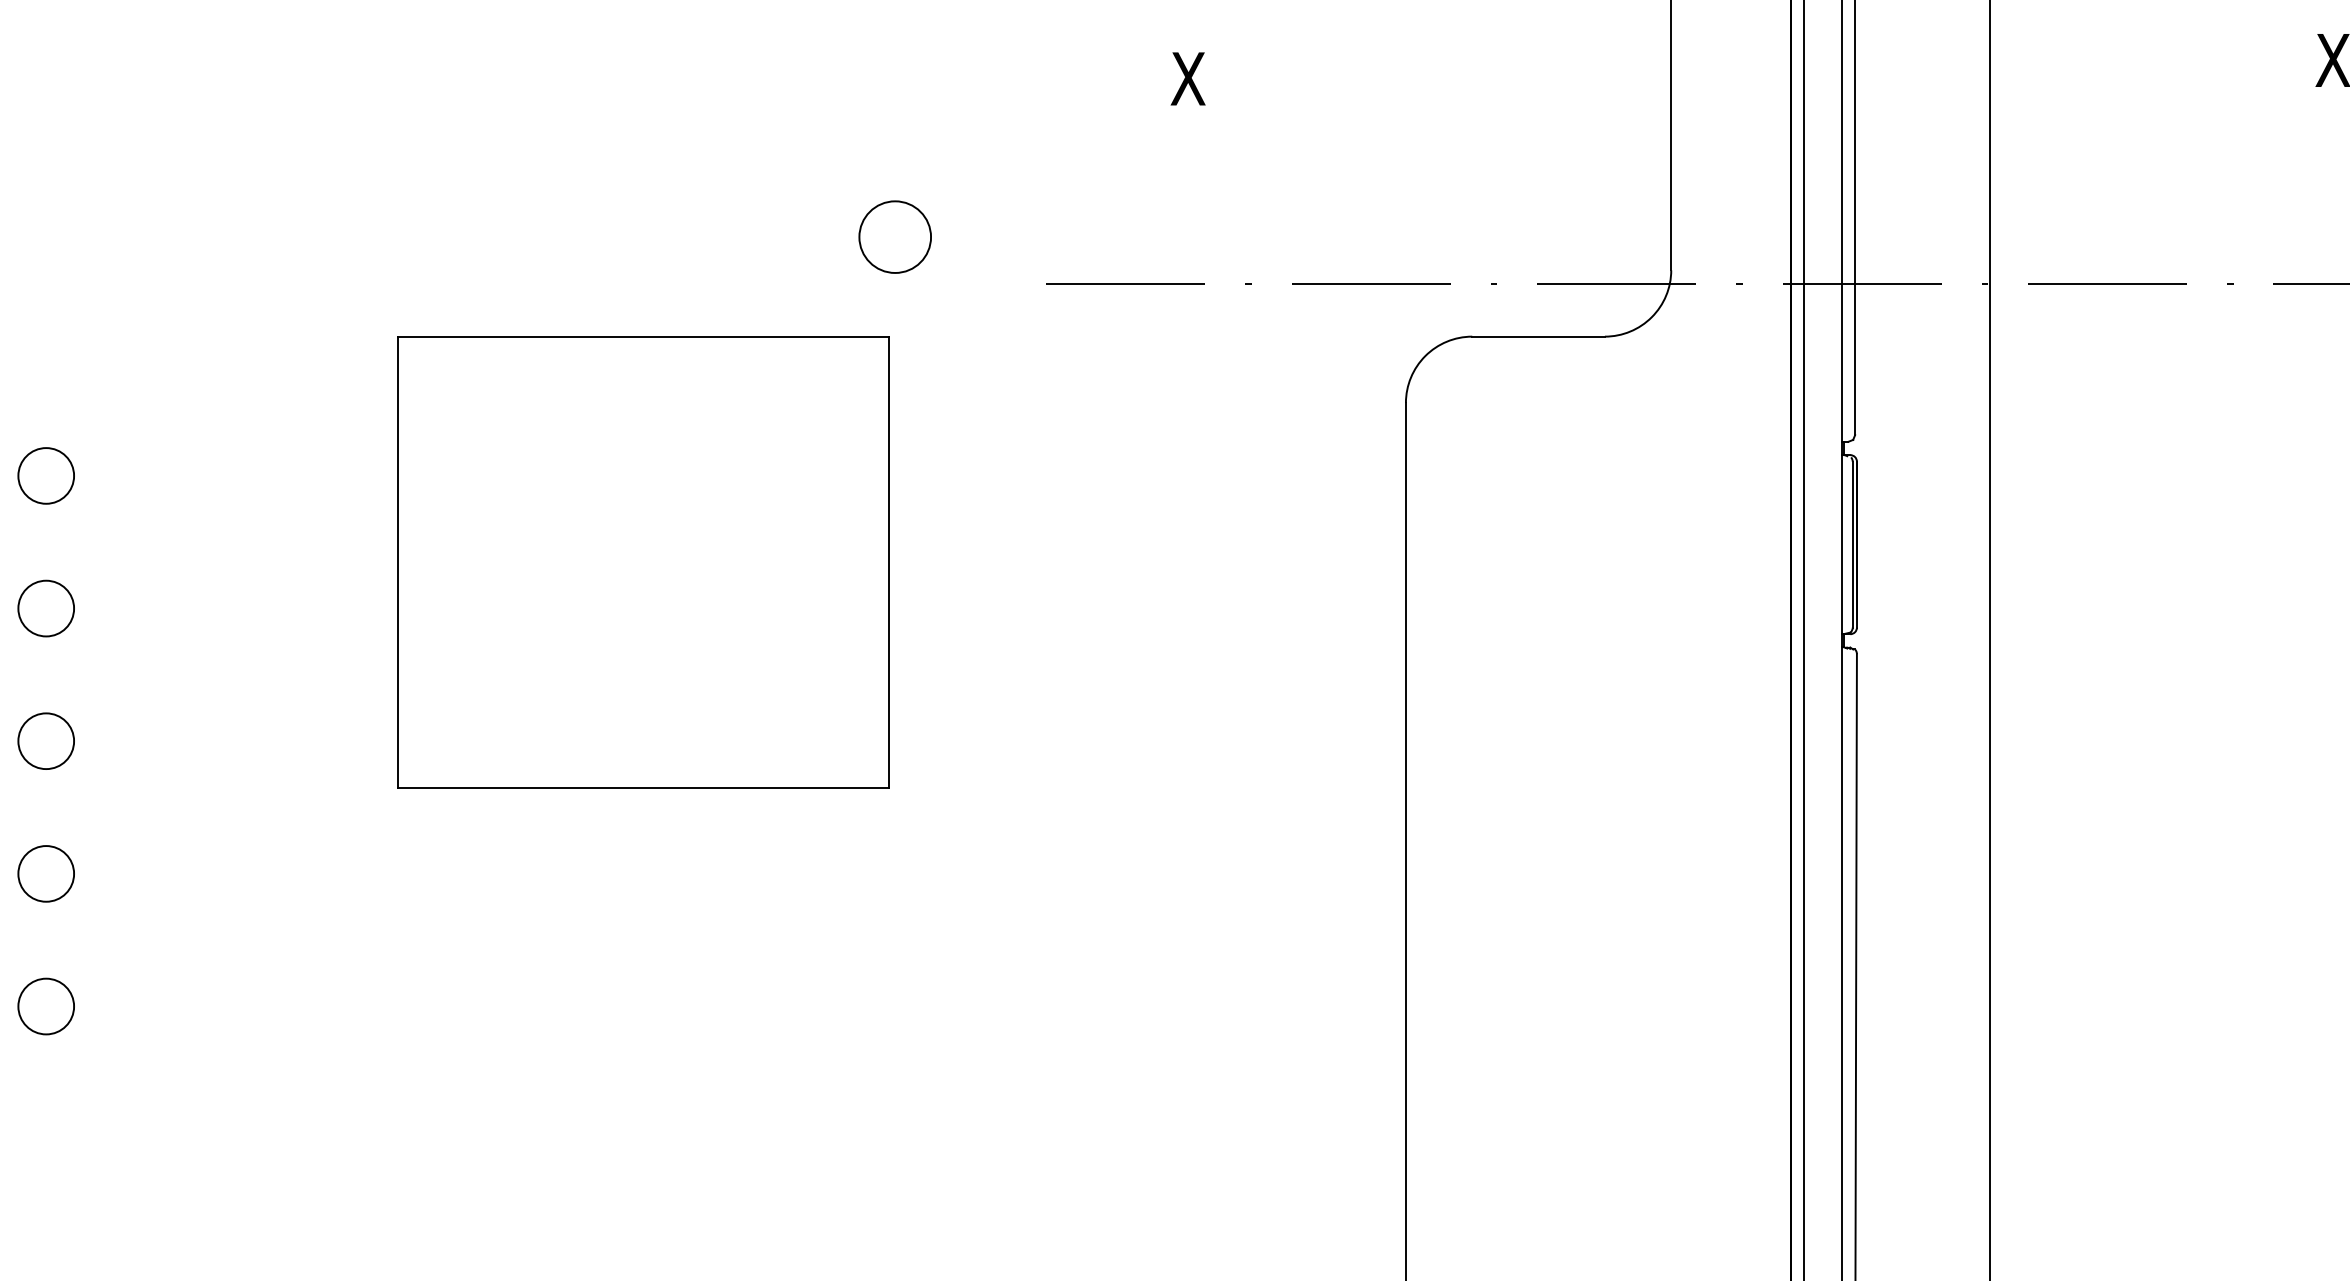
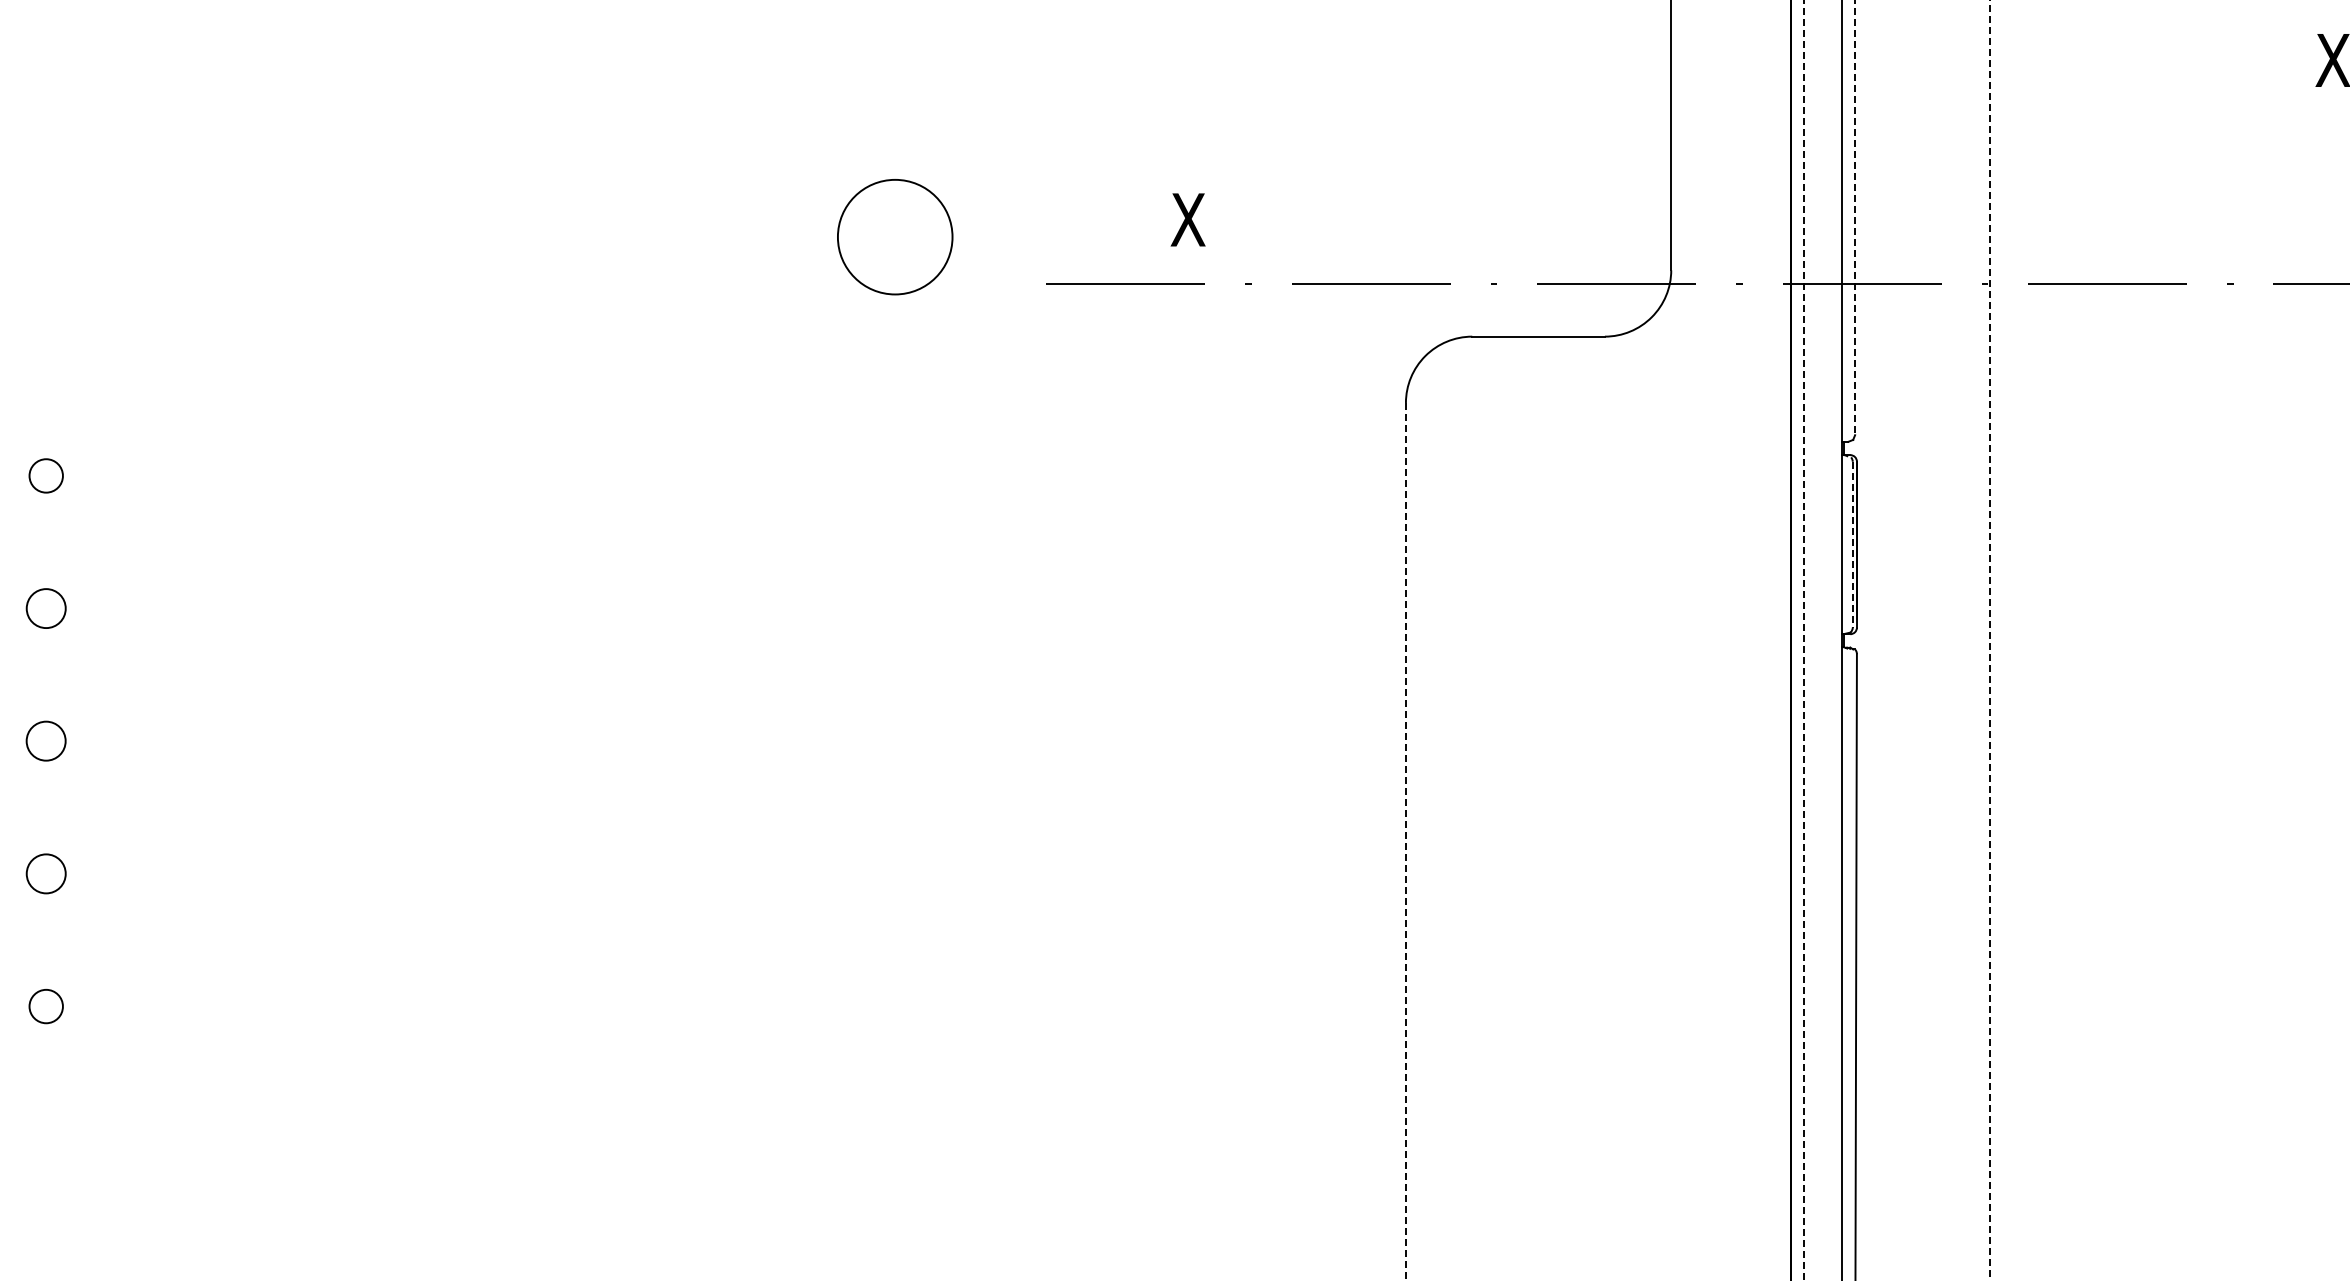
text at (1187, 78) position: (1187, 78) -> (1187, 219)
line at (1855, 218): solid -> dashed
circle at (895, 236) diameter: 72 px -> 115 px
circle at (46, 475) diameter: 56 px -> 33 px
line at (1852, 544): solid -> dashed
part at (643, 562): present -> none
circle at (46, 608) diameter: 56 px -> 39 px
line at (1804, 640): solid -> dashed
line at (1989, 640): solid -> dashed
circle at (45, 740) size: 58x58 px -> 42x42 px
line at (1405, 841): solid -> dashed
circle at (46, 873) diameter: 56 px -> 39 px
circle at (46, 1006) diameter: 56 px -> 33 px
